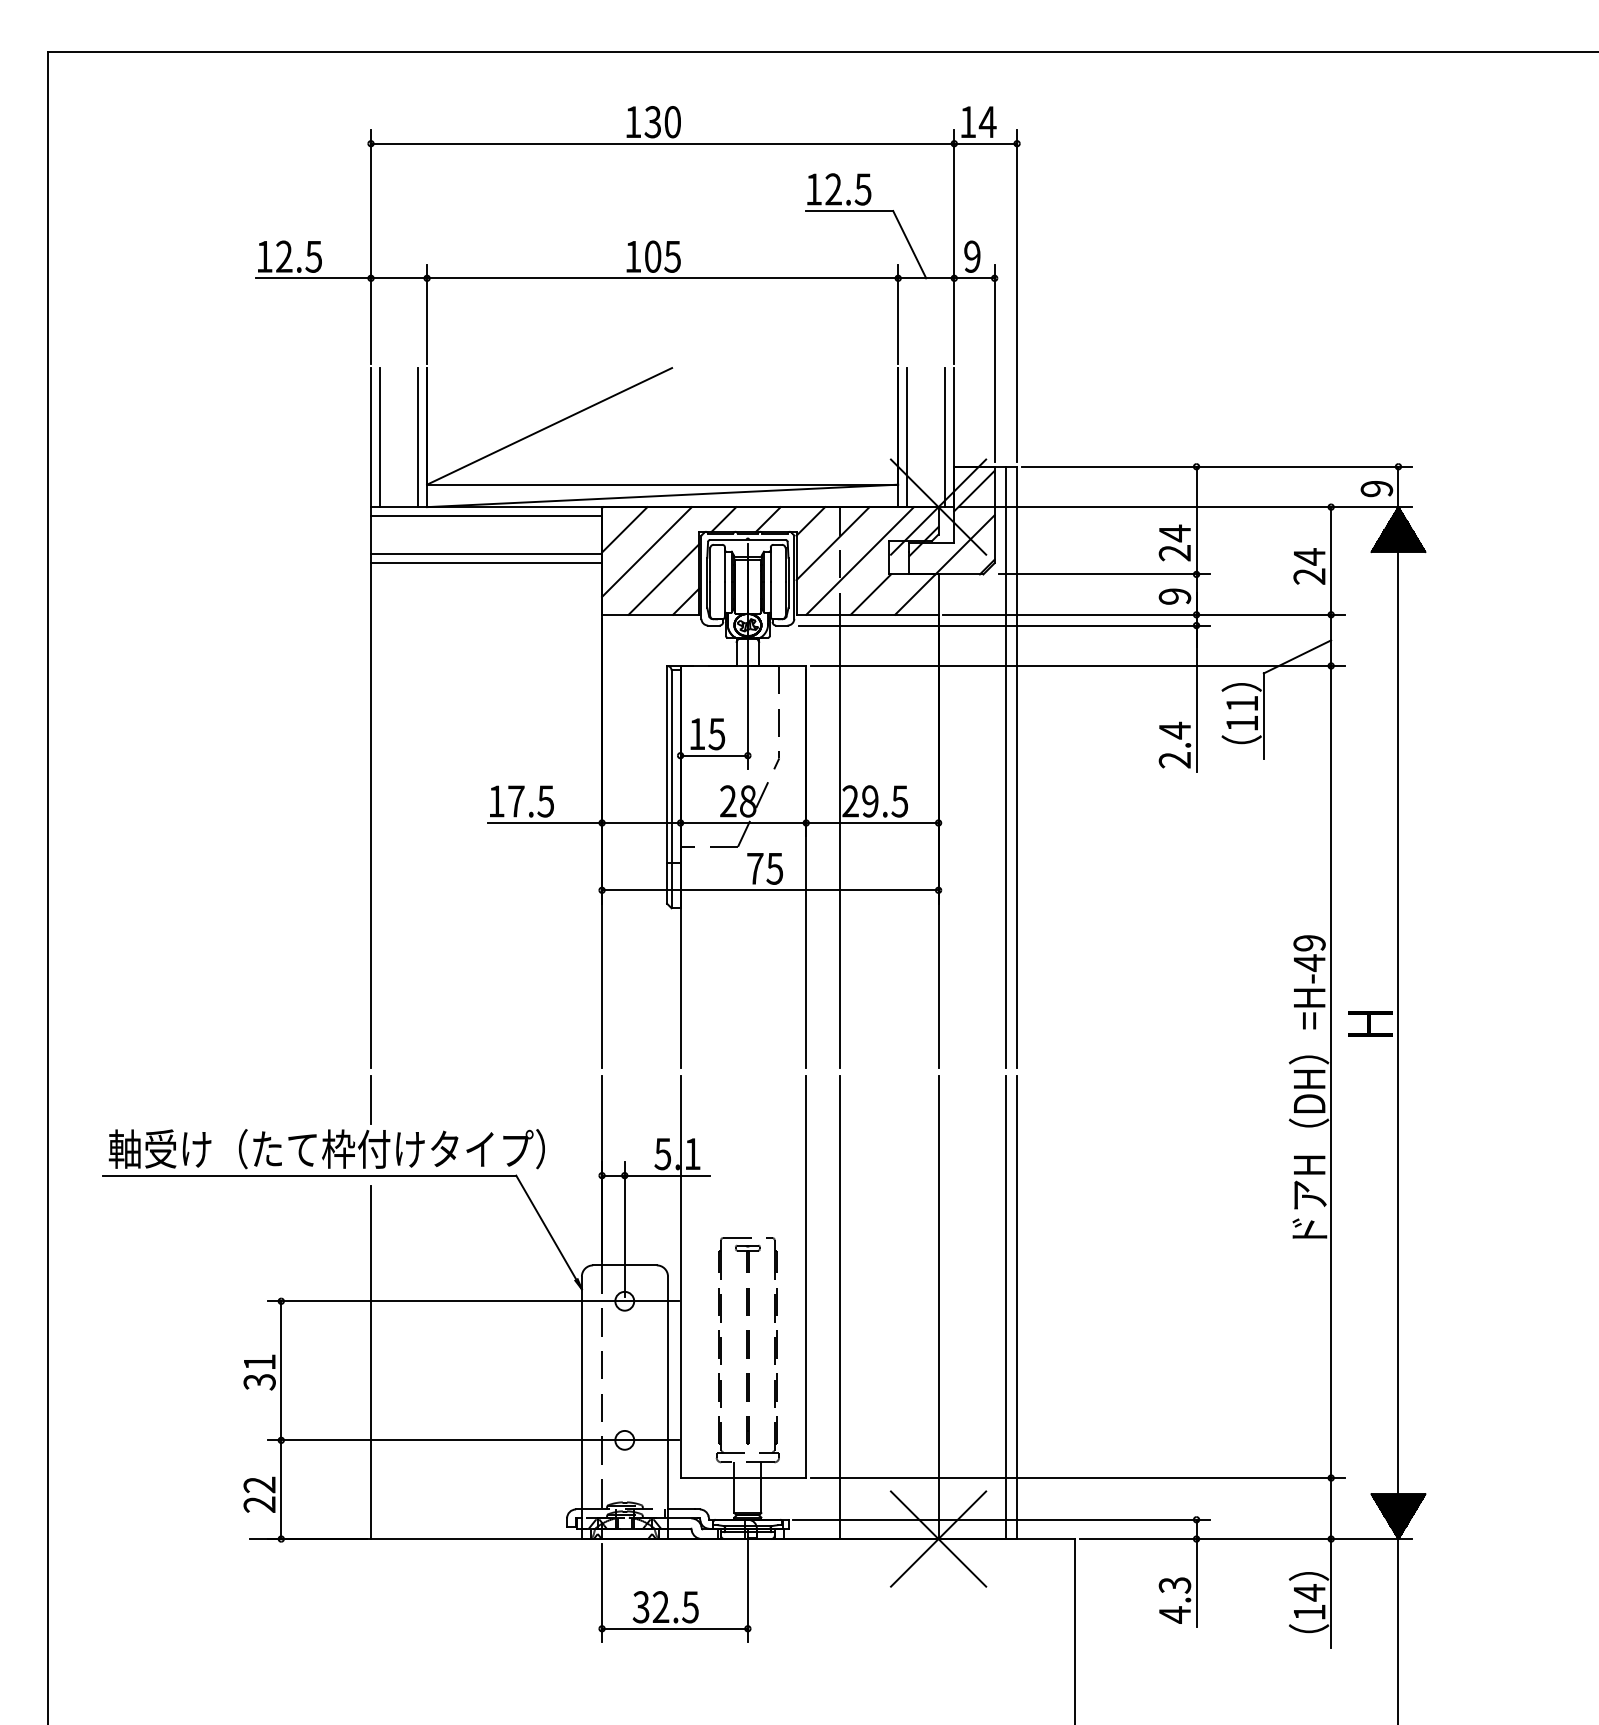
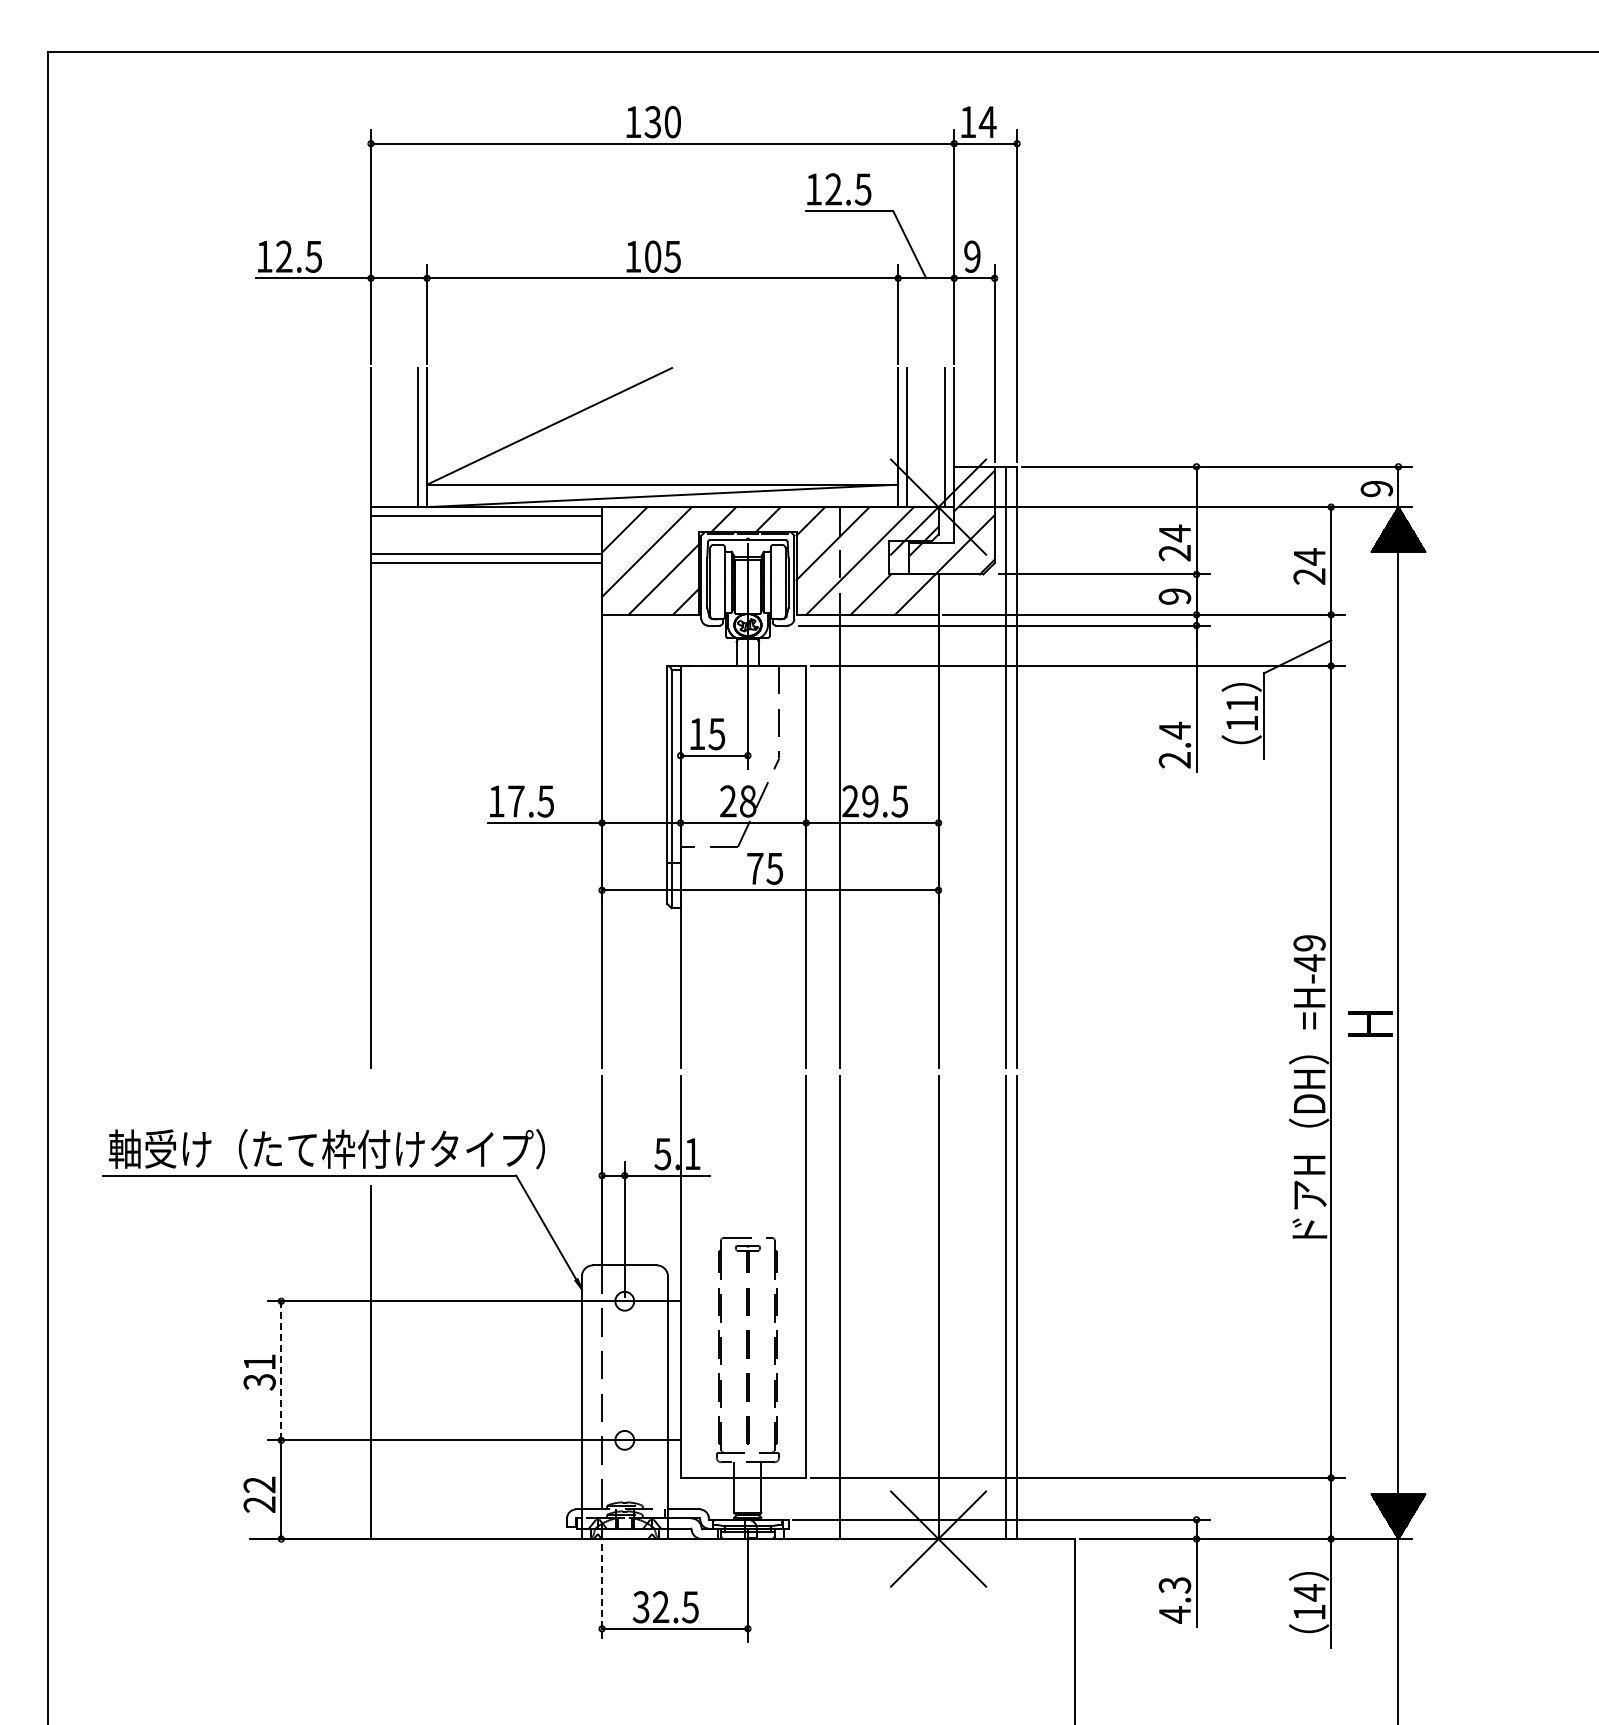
line at (379, 437): present -> none
line at (371, 1100): present -> none
line at (281, 1370): solid -> dashed
line at (602, 1593): solid -> dashed
